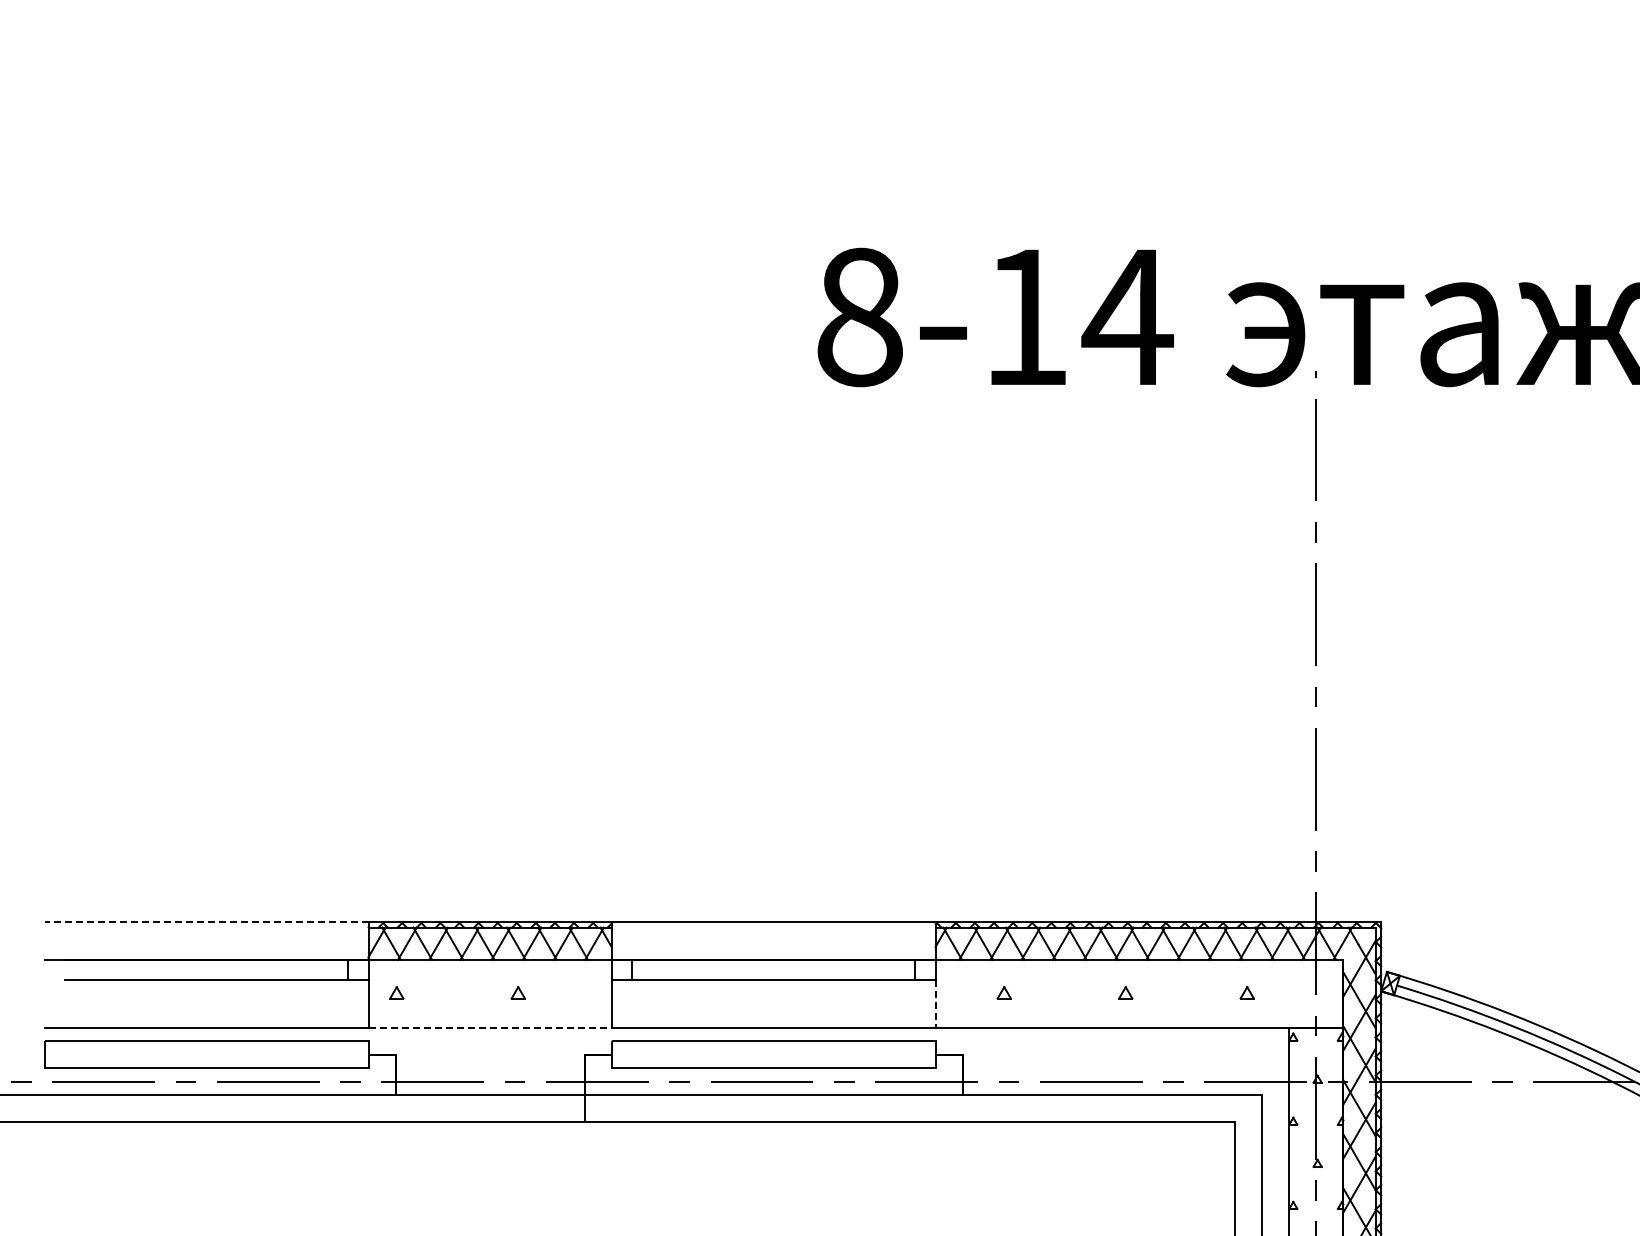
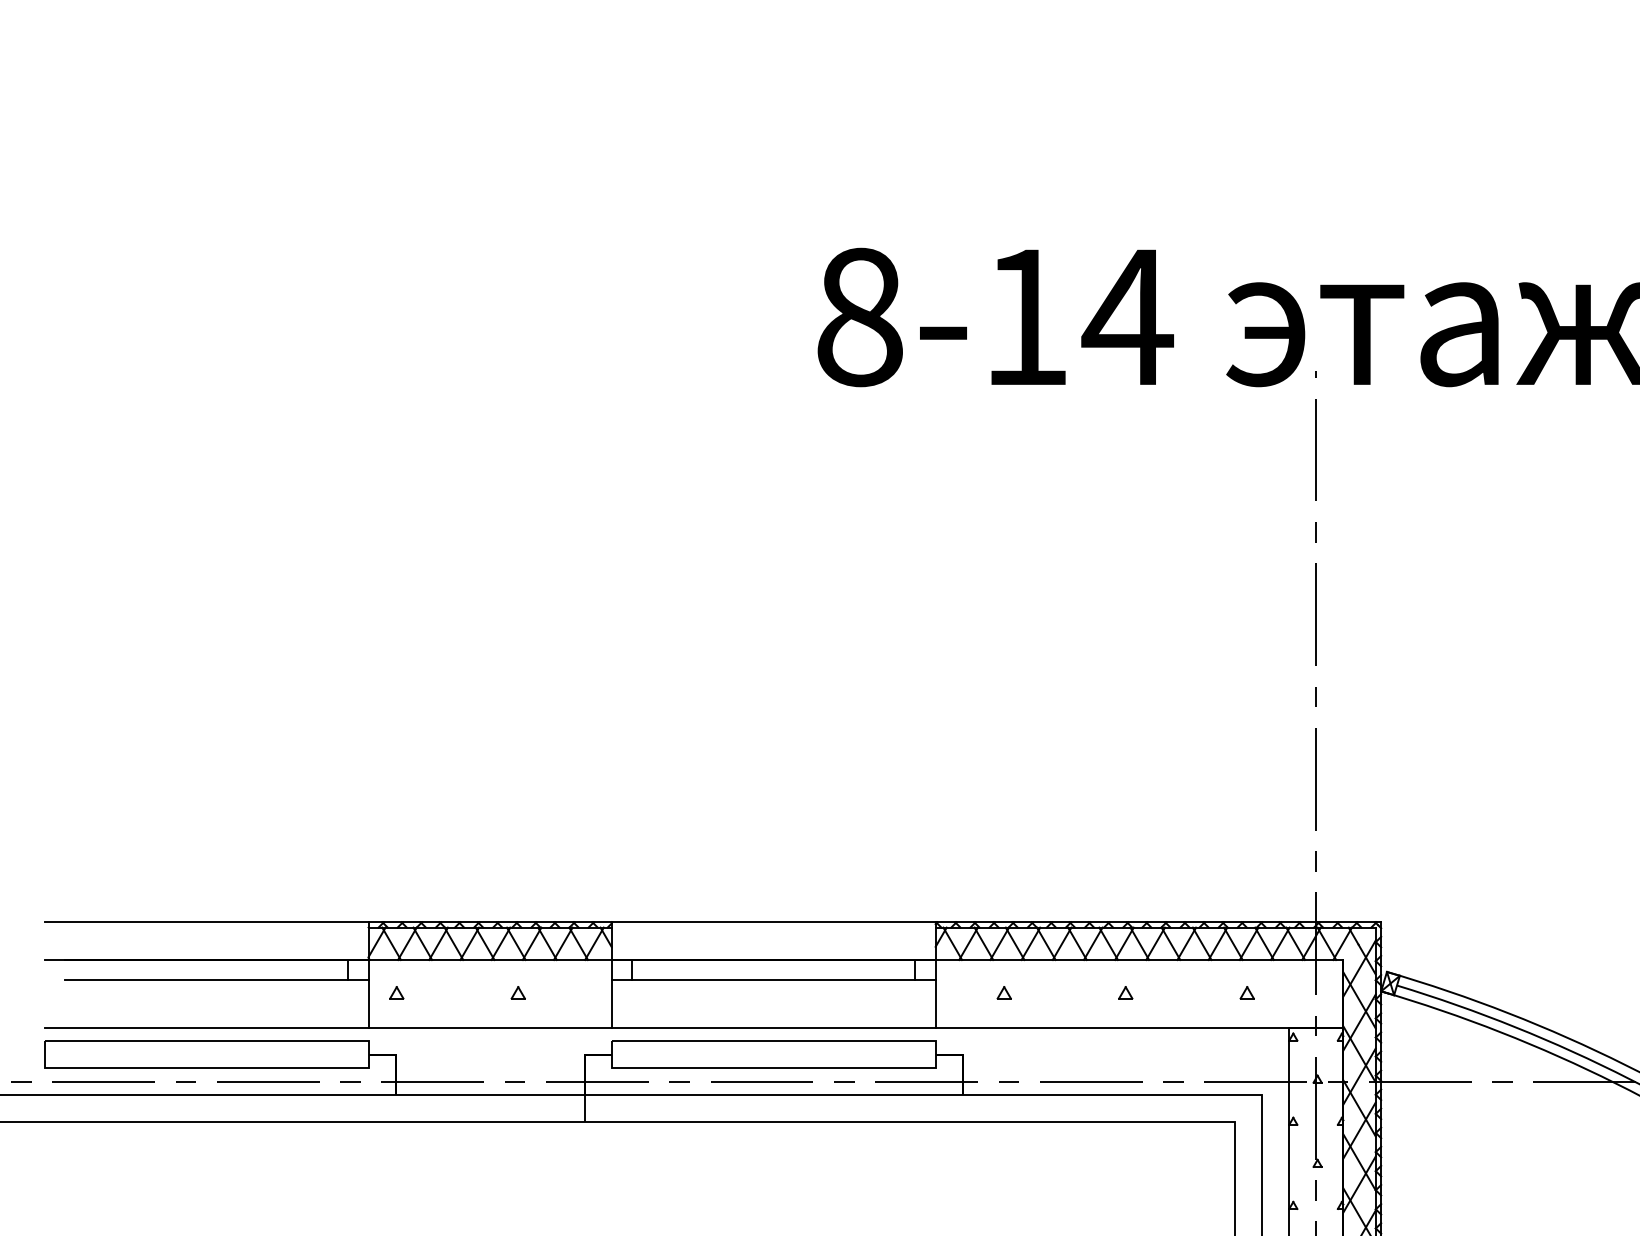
line at (206, 922): dashed -> solid
line at (935, 1003): dashed -> solid
line at (490, 1027): dashed -> solid
